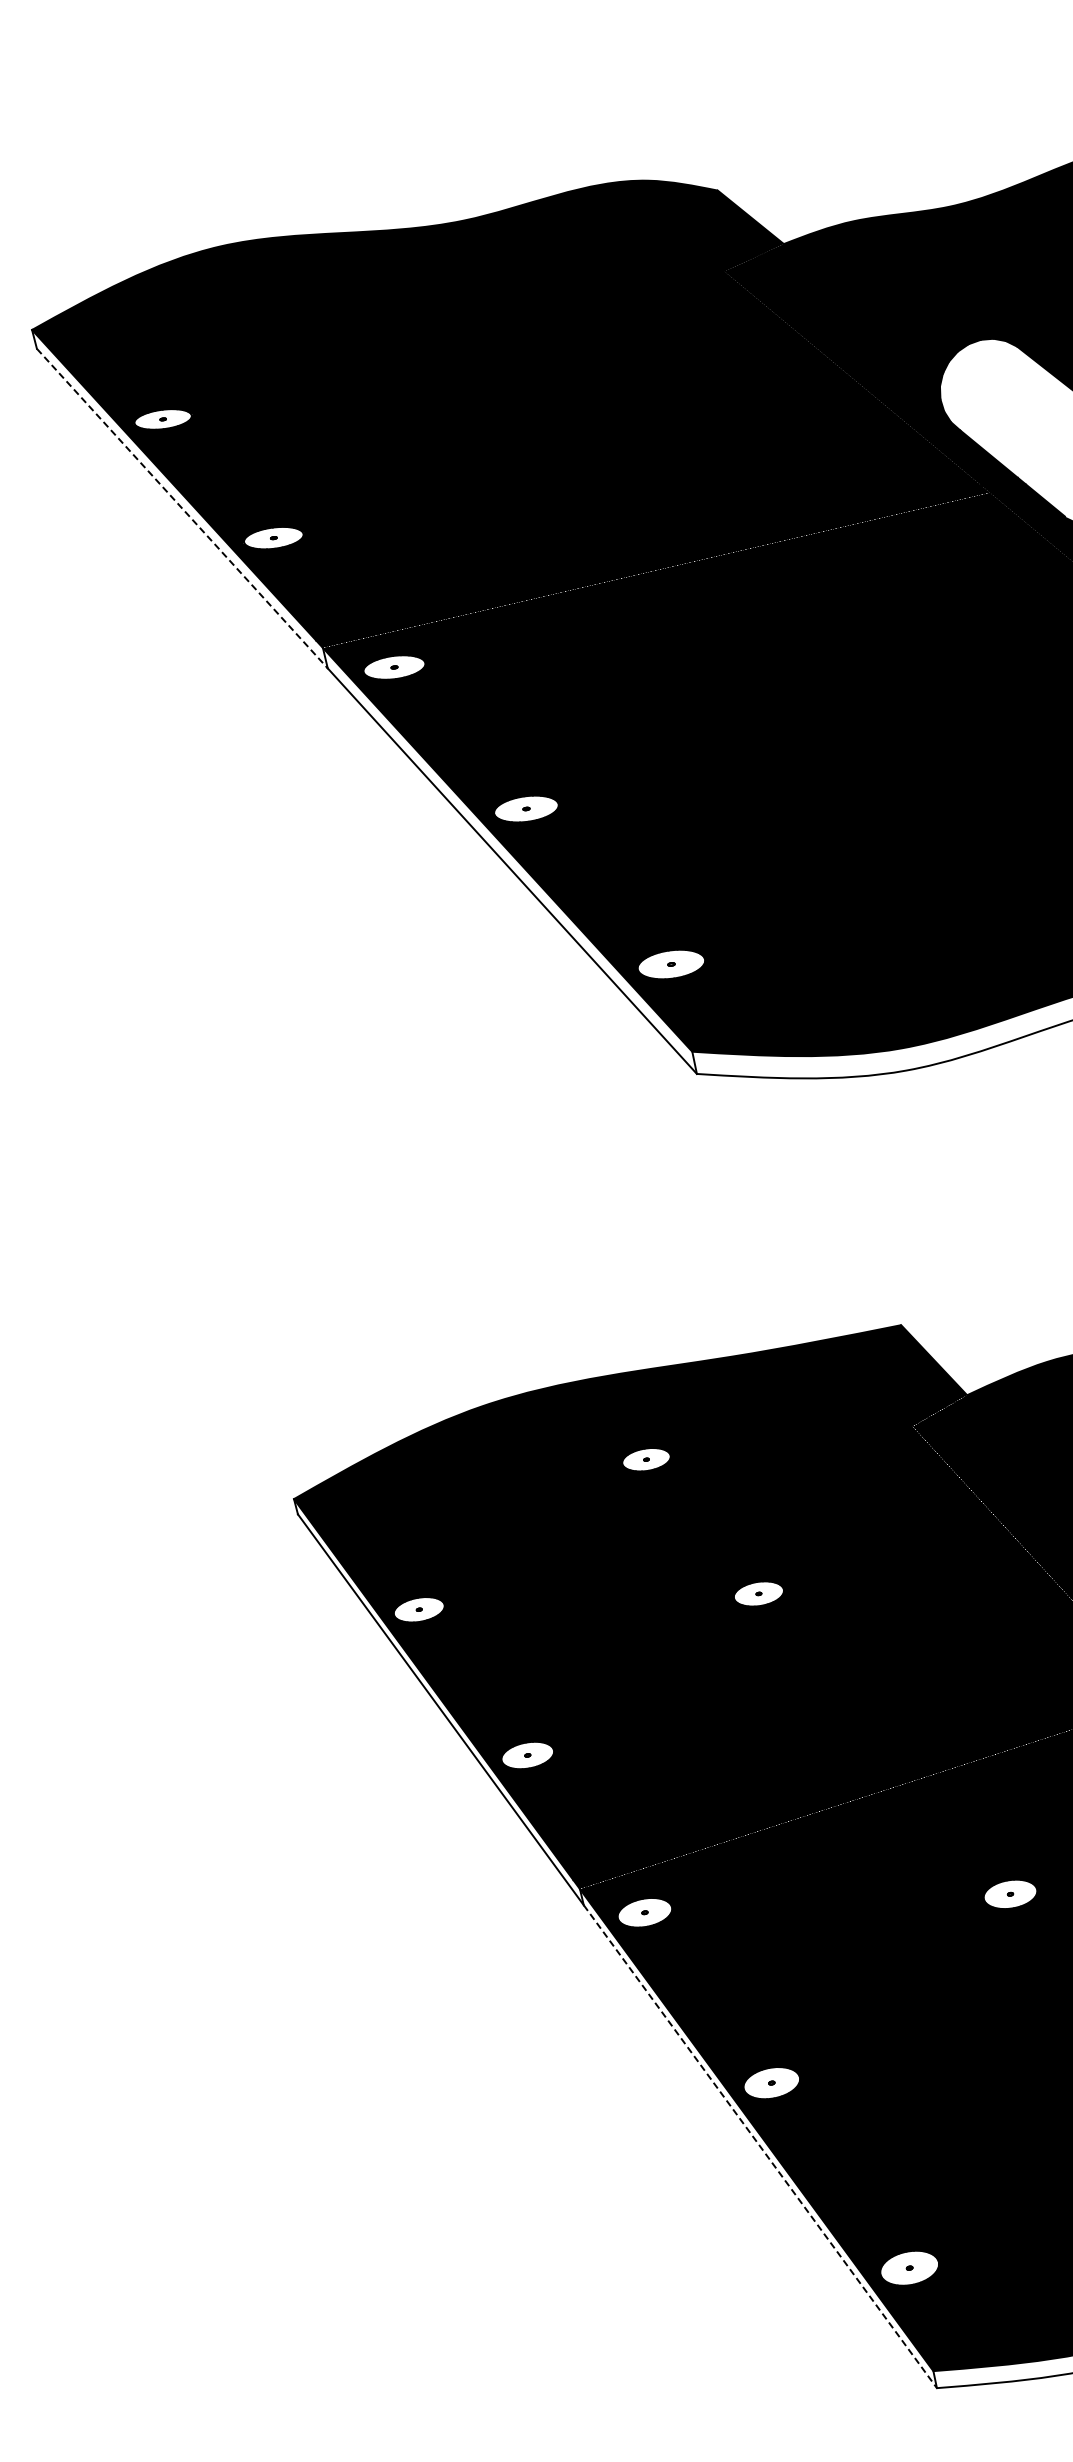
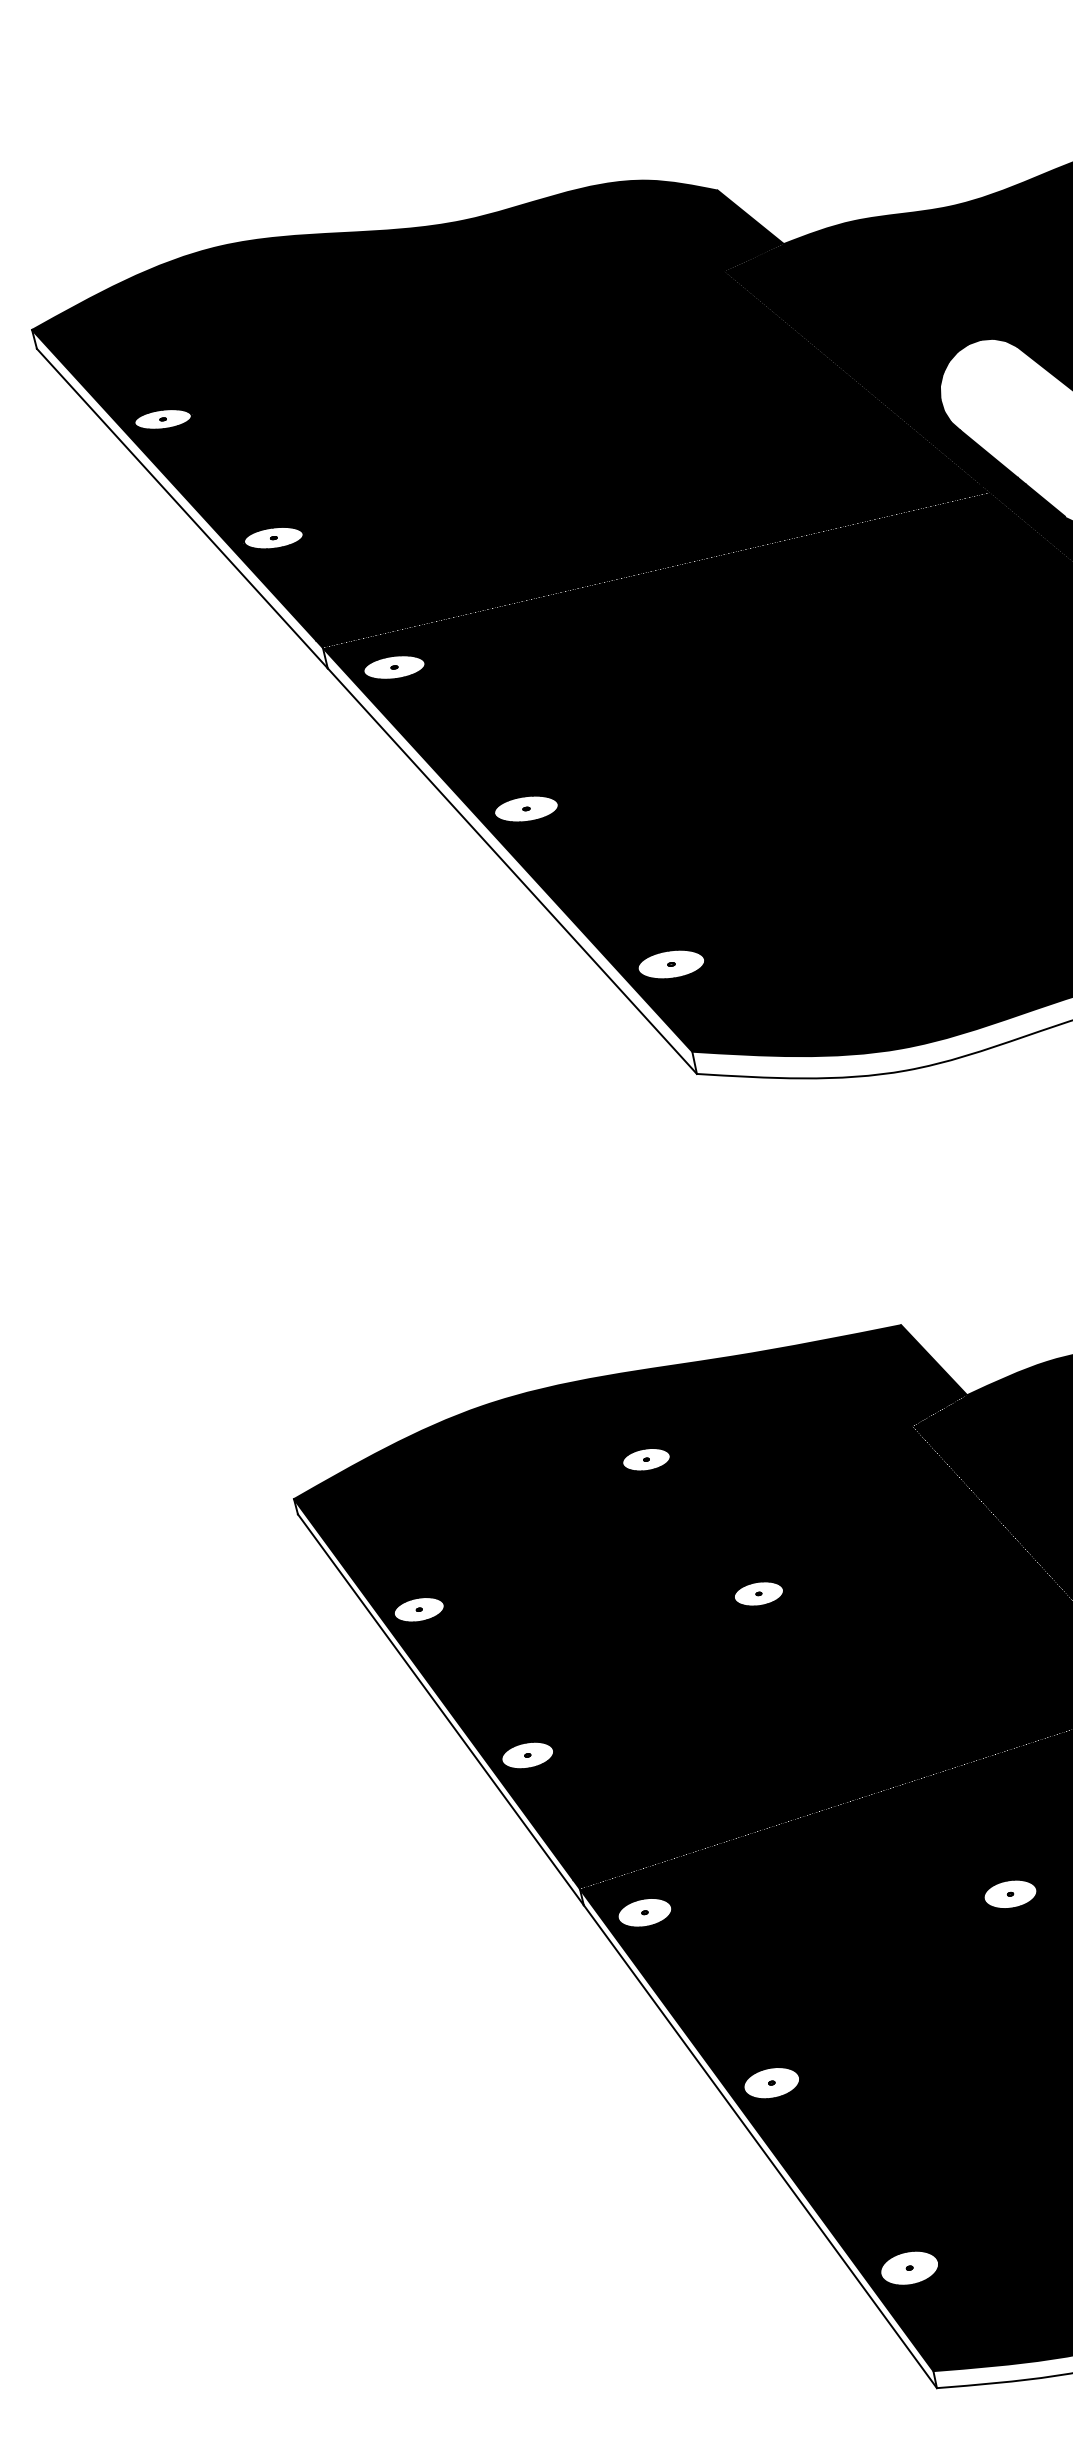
line at (182, 508): dashed -> solid
line at (760, 2147): dashed -> solid
